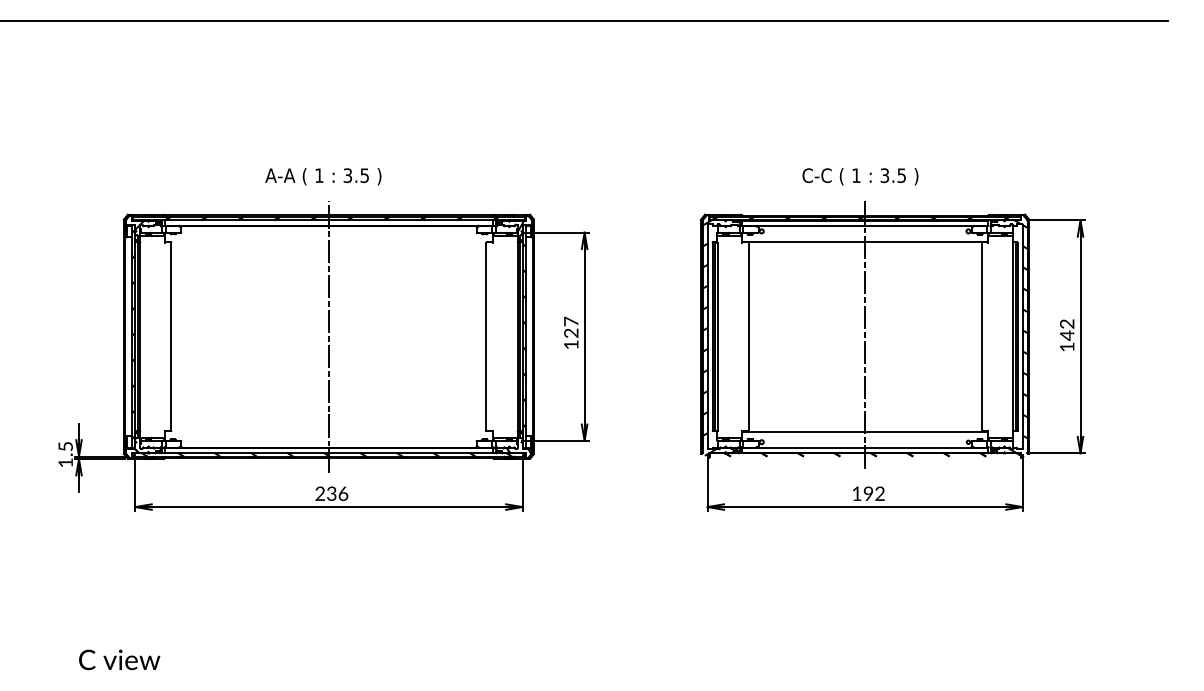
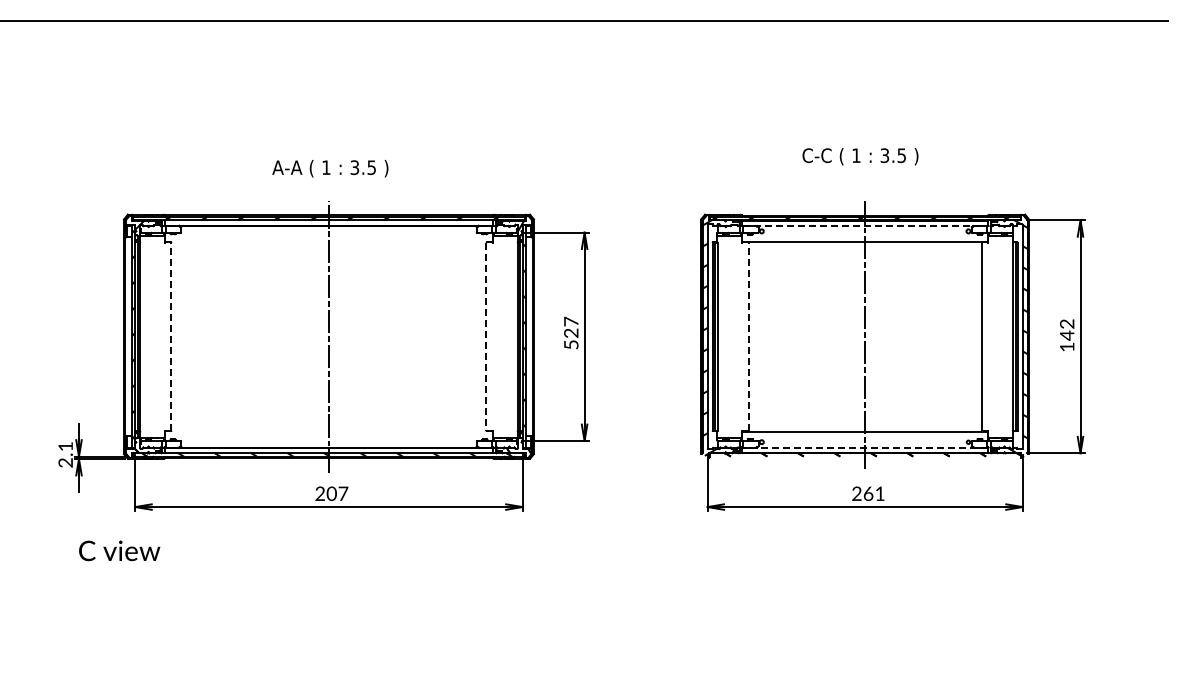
text at (323, 176) position: (323, 176) -> (330, 168)
text at (860, 176) position: (860, 176) -> (860, 156)
line at (865, 226): solid -> dashed
line at (171, 336): solid -> dashed
line at (486, 336): solid -> dashed
line at (748, 336): solid -> dashed
text at (571, 344): 127 -> 527
line at (864, 447): solid -> dashed
text at (65, 454): 1.5 -> 2.1
text at (337, 493): 236 -> 207
text at (868, 493): 192 -> 261
text at (119, 659) position: (119, 659) -> (119, 550)
